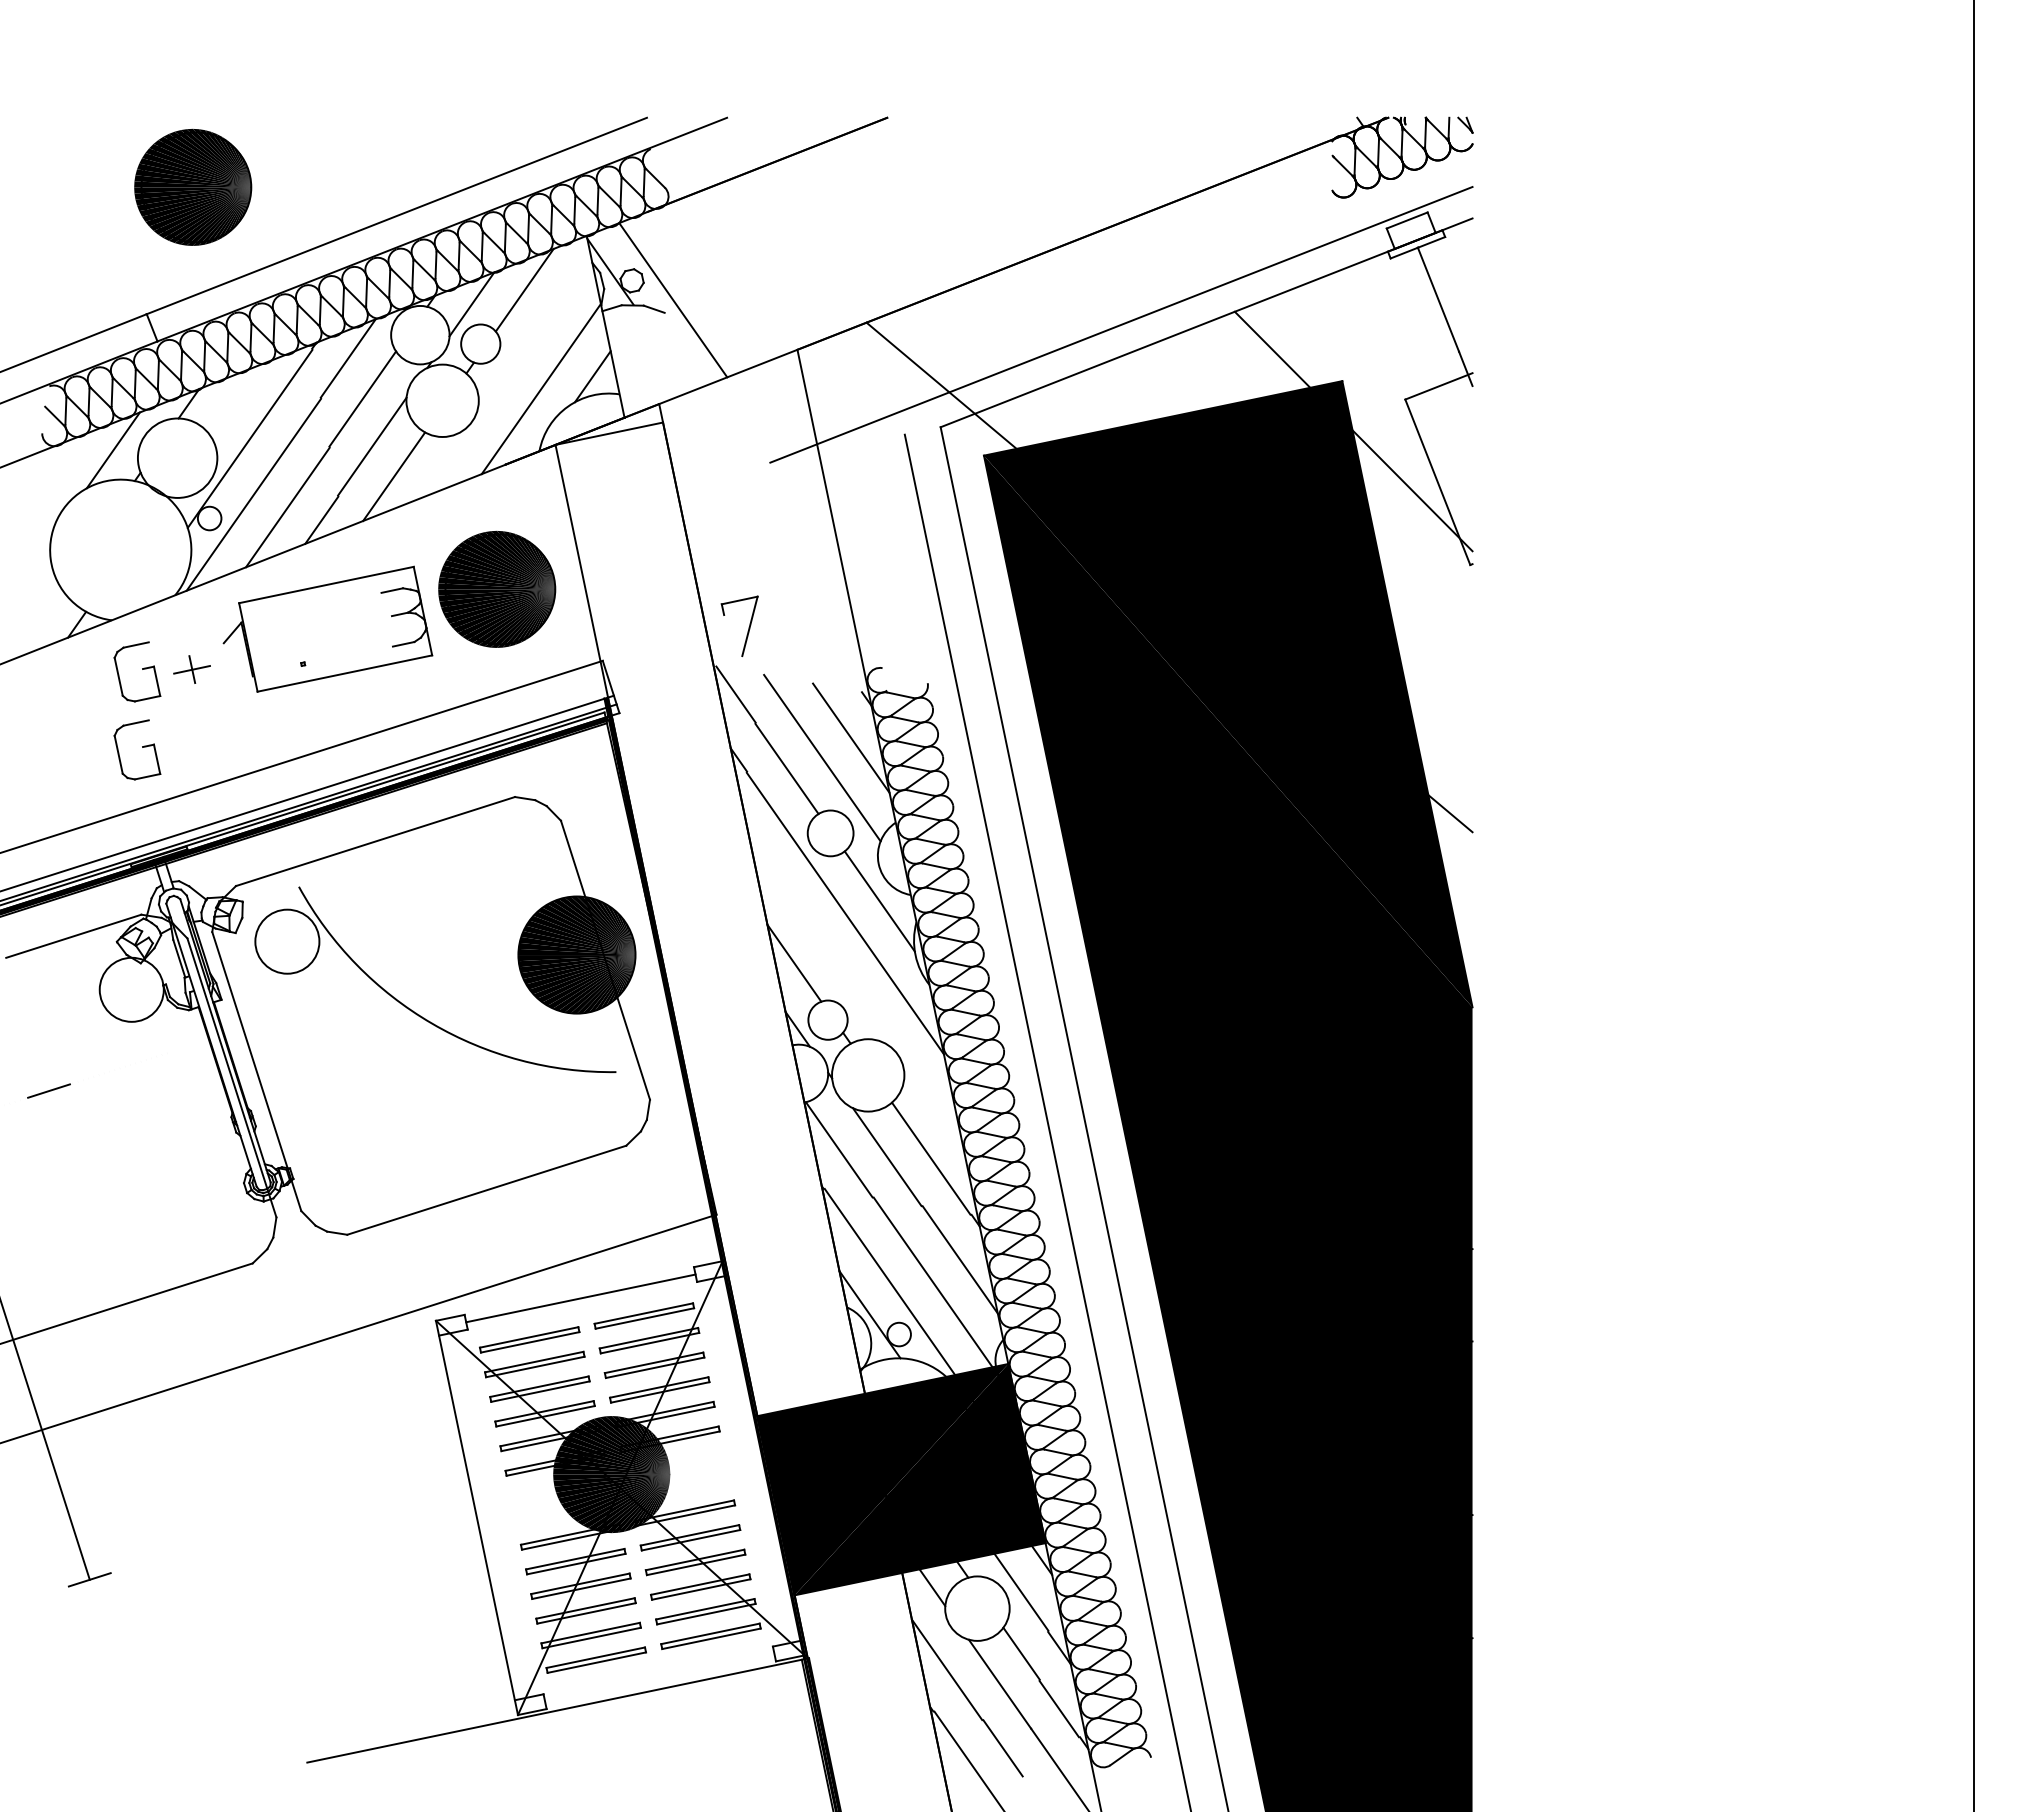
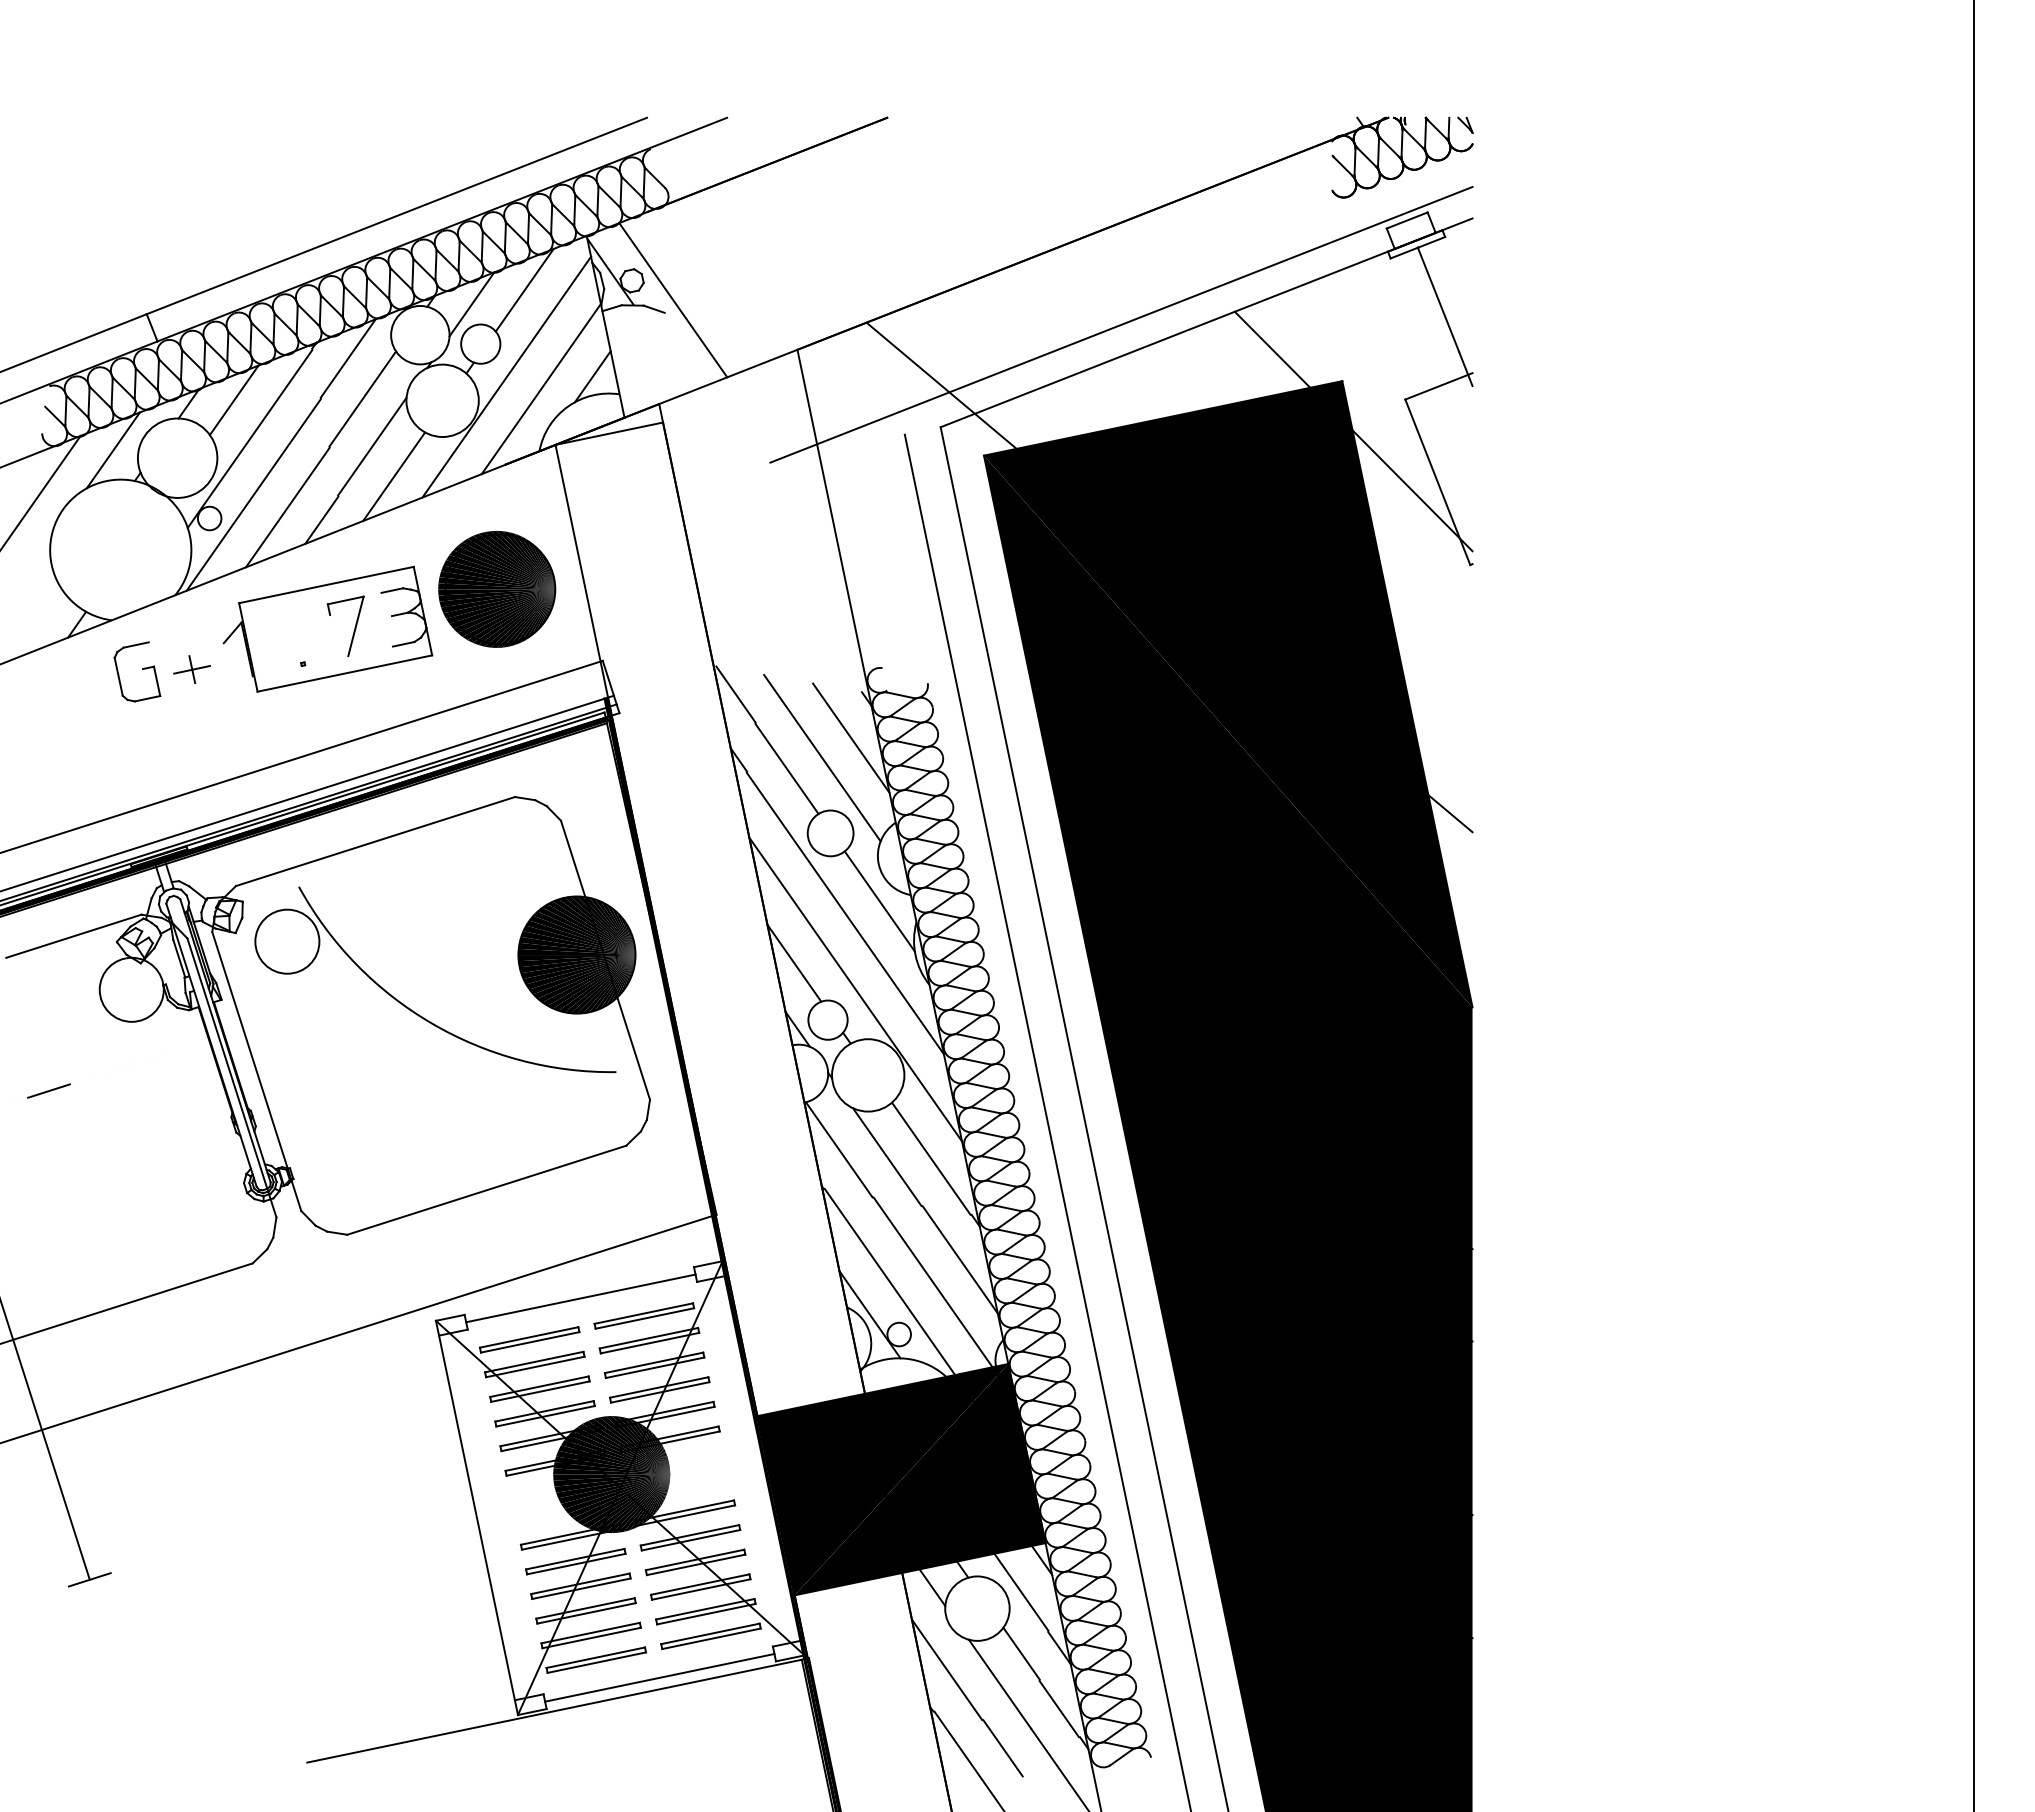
part at (193, 186): present -> none
line at (506, 376): none -> present
line at (233, 400): none -> present
line at (41, 491): none -> present
part at (748, 627) position: (748, 627) -> (354, 627)
part at (137, 749): present -> none
line at (855, 989): none -> present
line at (659, 1677): none -> present
